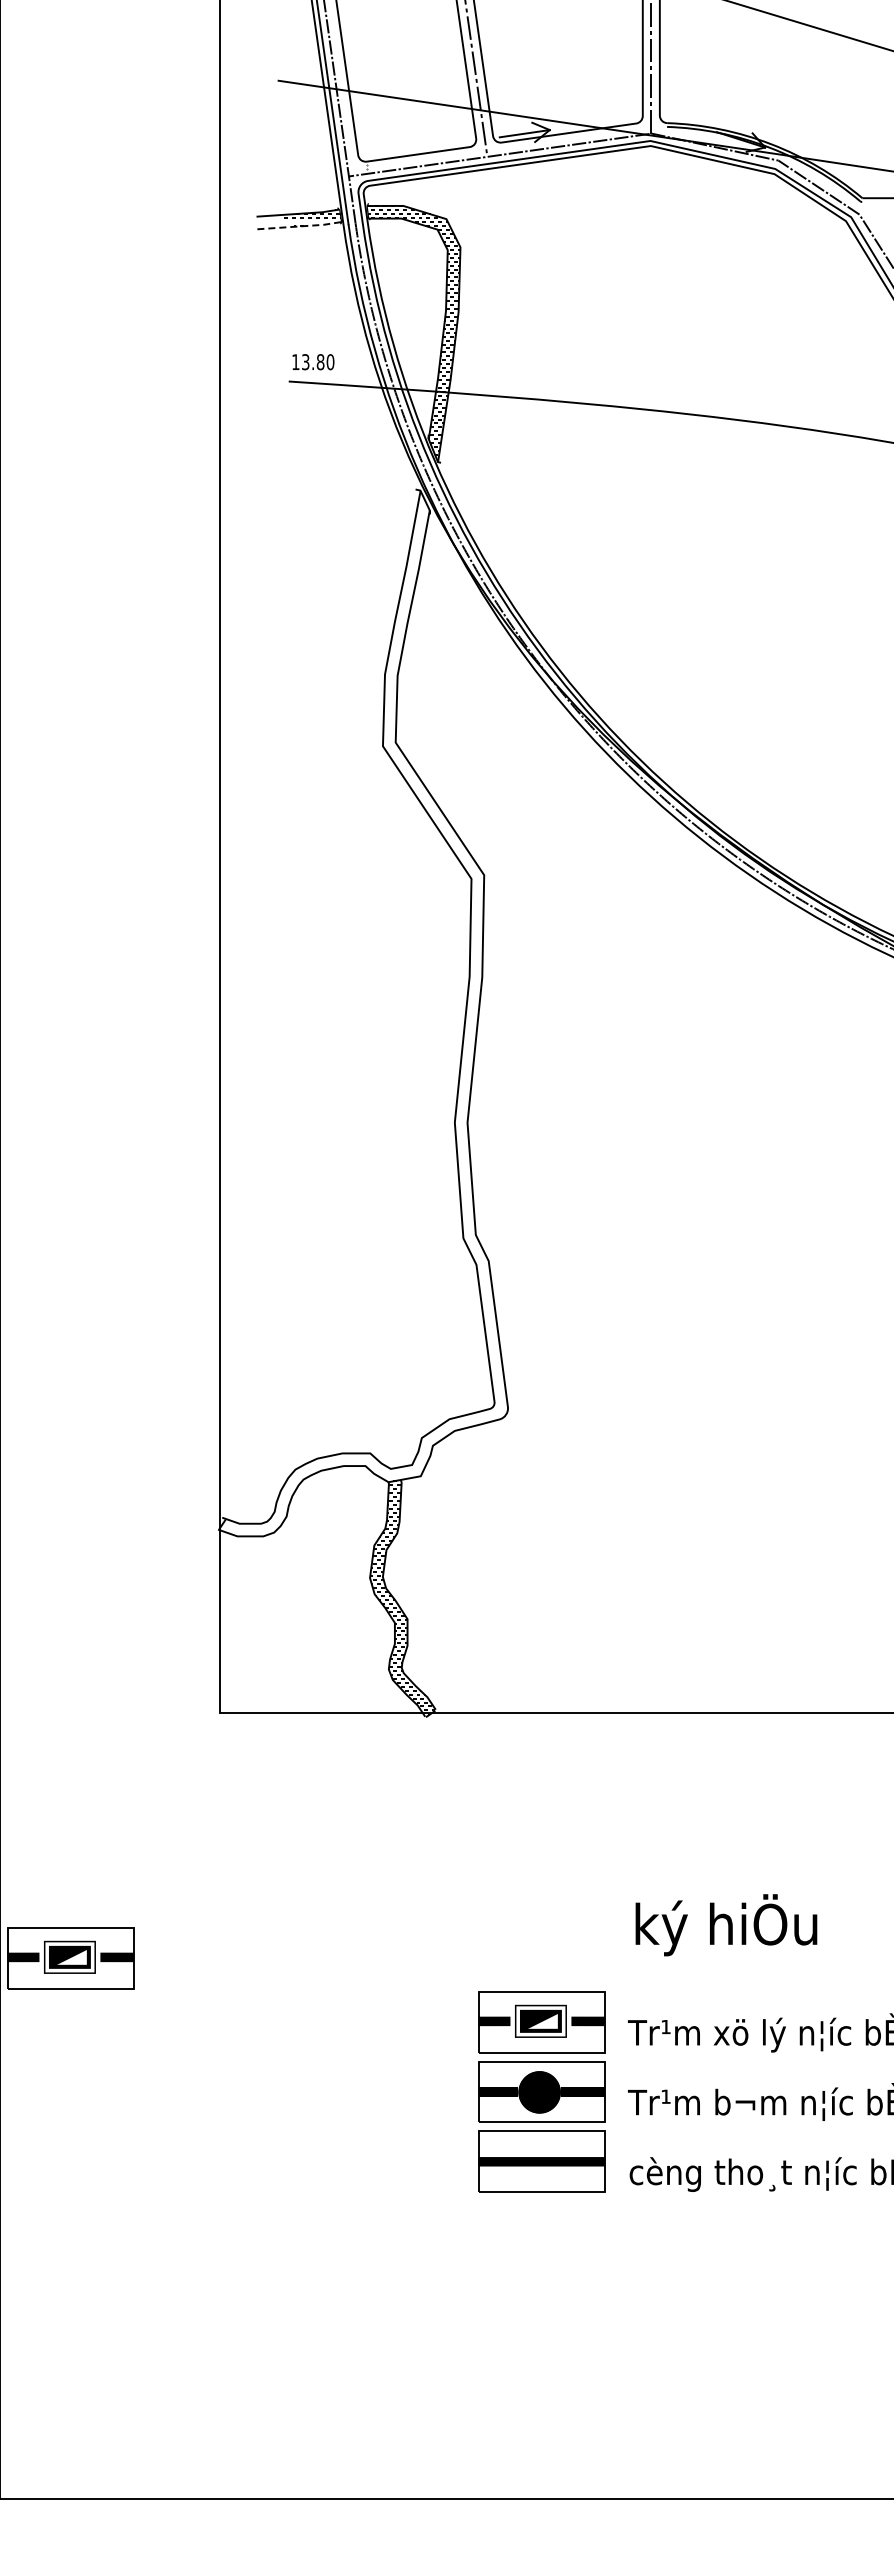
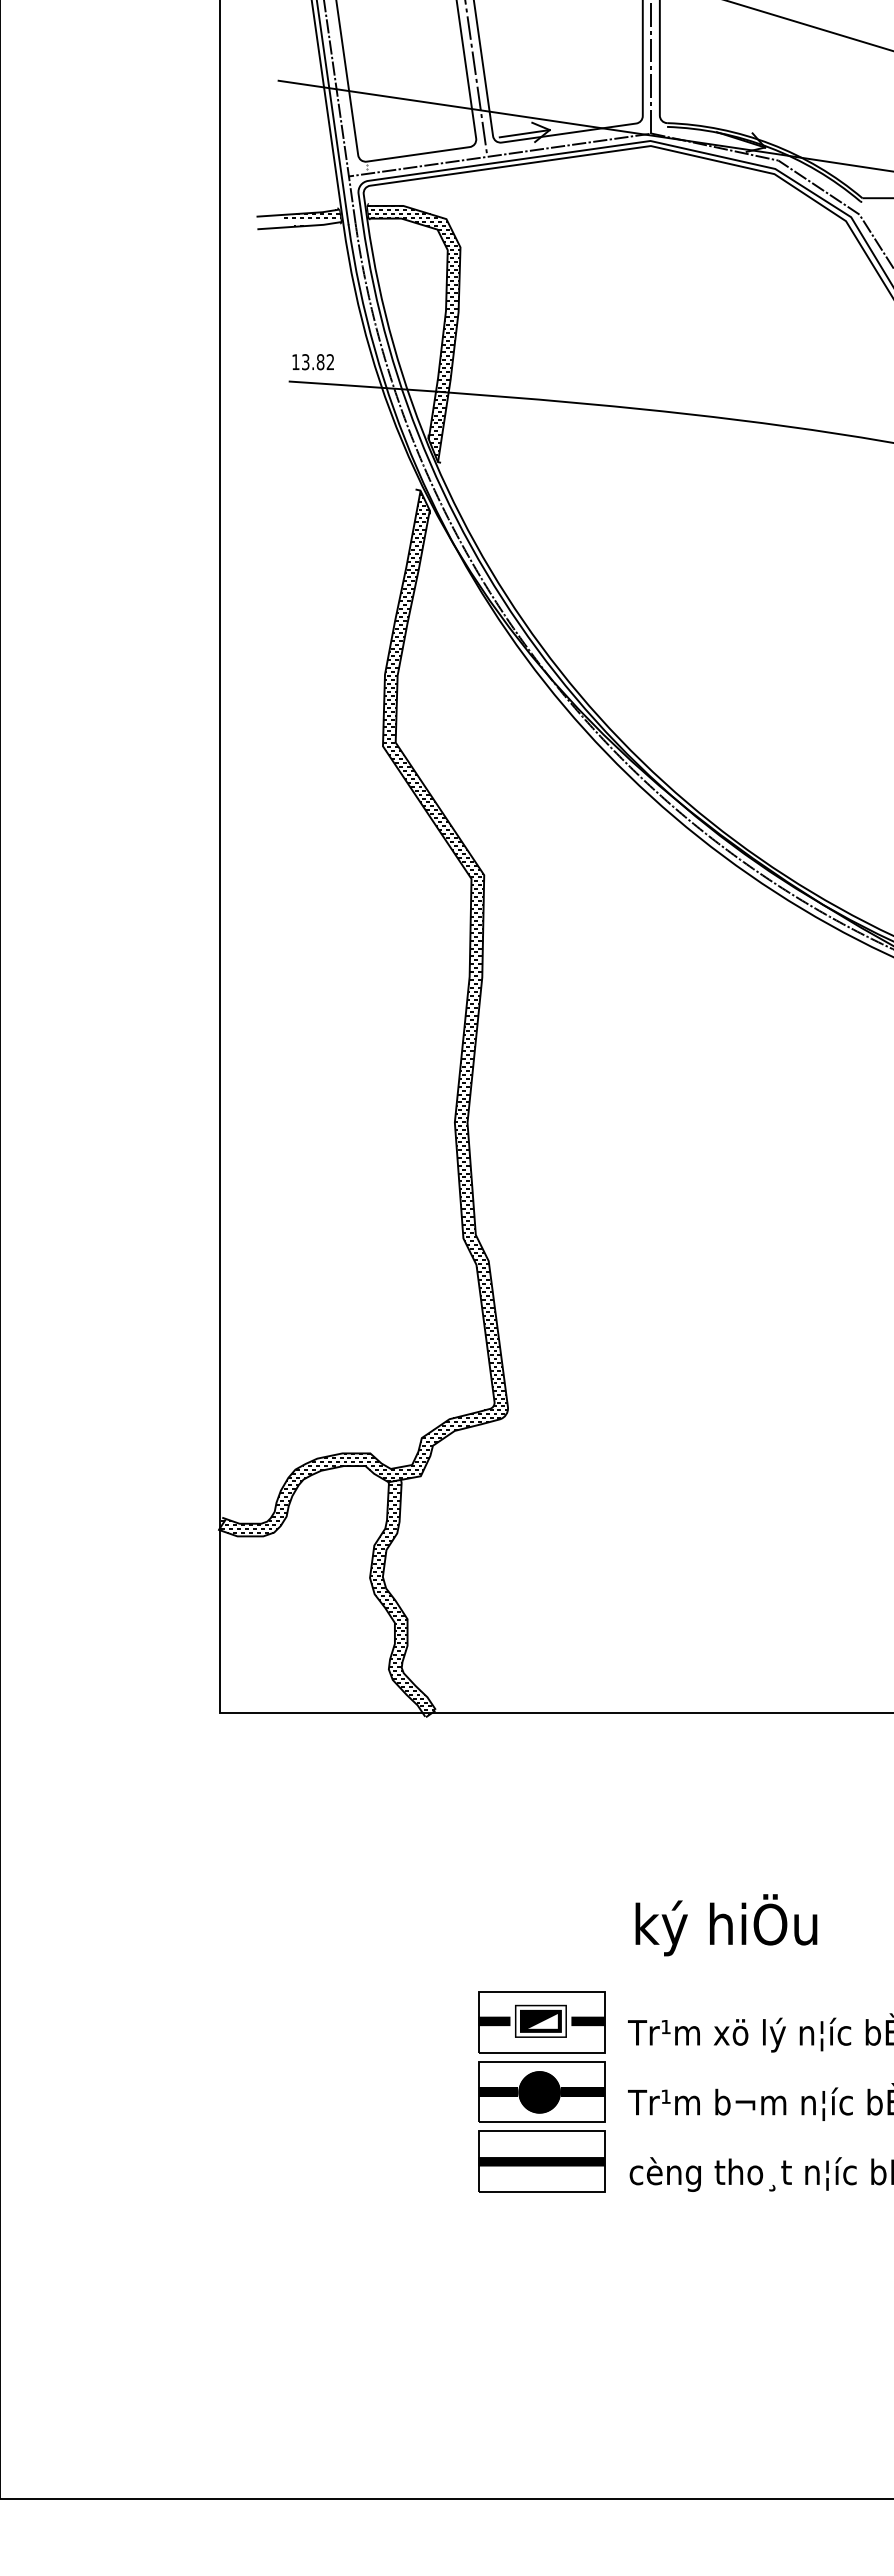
line at (300, 226): dashed -> solid
text at (330, 362): 13.80 -> 13.82
hatch at (363, 1013): none -> present
part at (70, 1958): present -> none
